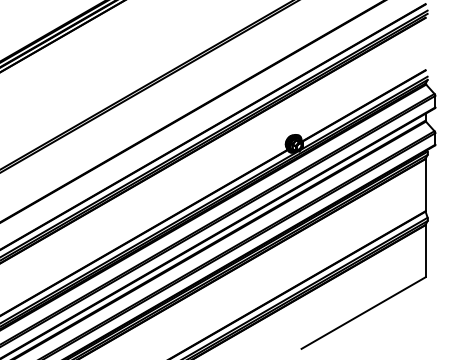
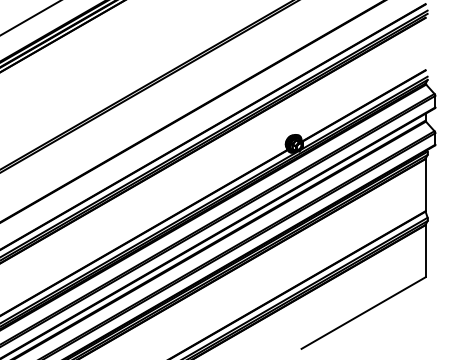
line at (30, 18): none -> present
